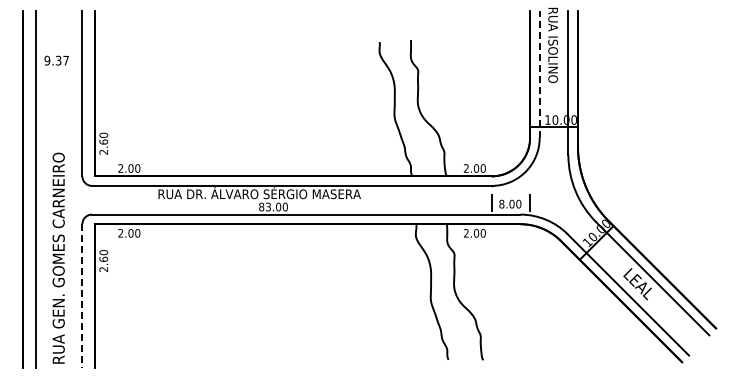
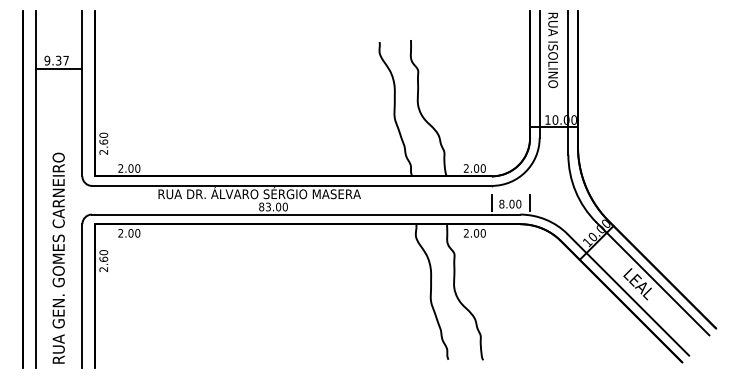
text at (552, 45) position: (552, 45) -> (552, 50)
line at (58, 69): none -> present
line at (539, 74): dashed -> solid
line at (82, 295): dashed -> solid
